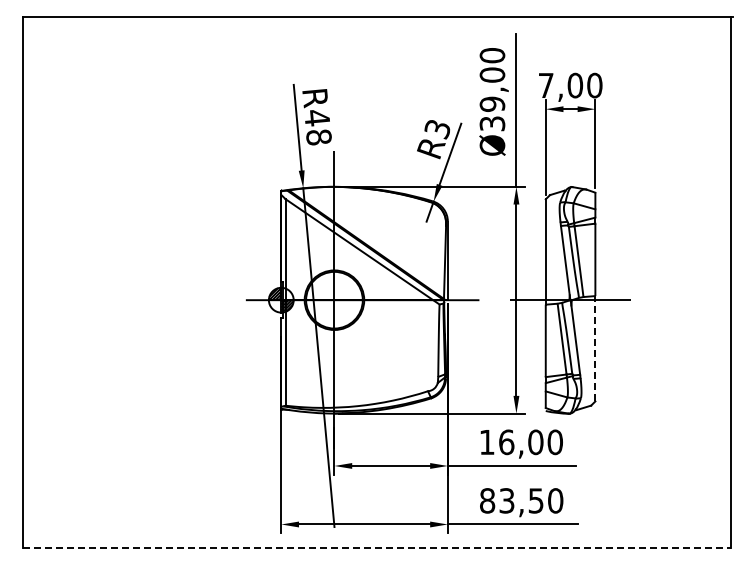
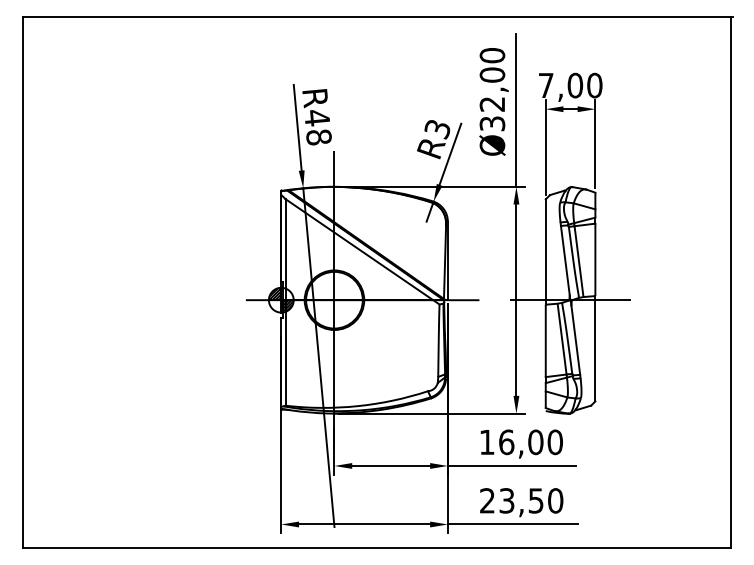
text at (492, 103): Ø39,00 -> Ø32,00
line at (595, 348): dashed -> solid
text at (487, 500): 83,50 -> 23,50
line at (377, 548): dashed -> solid
